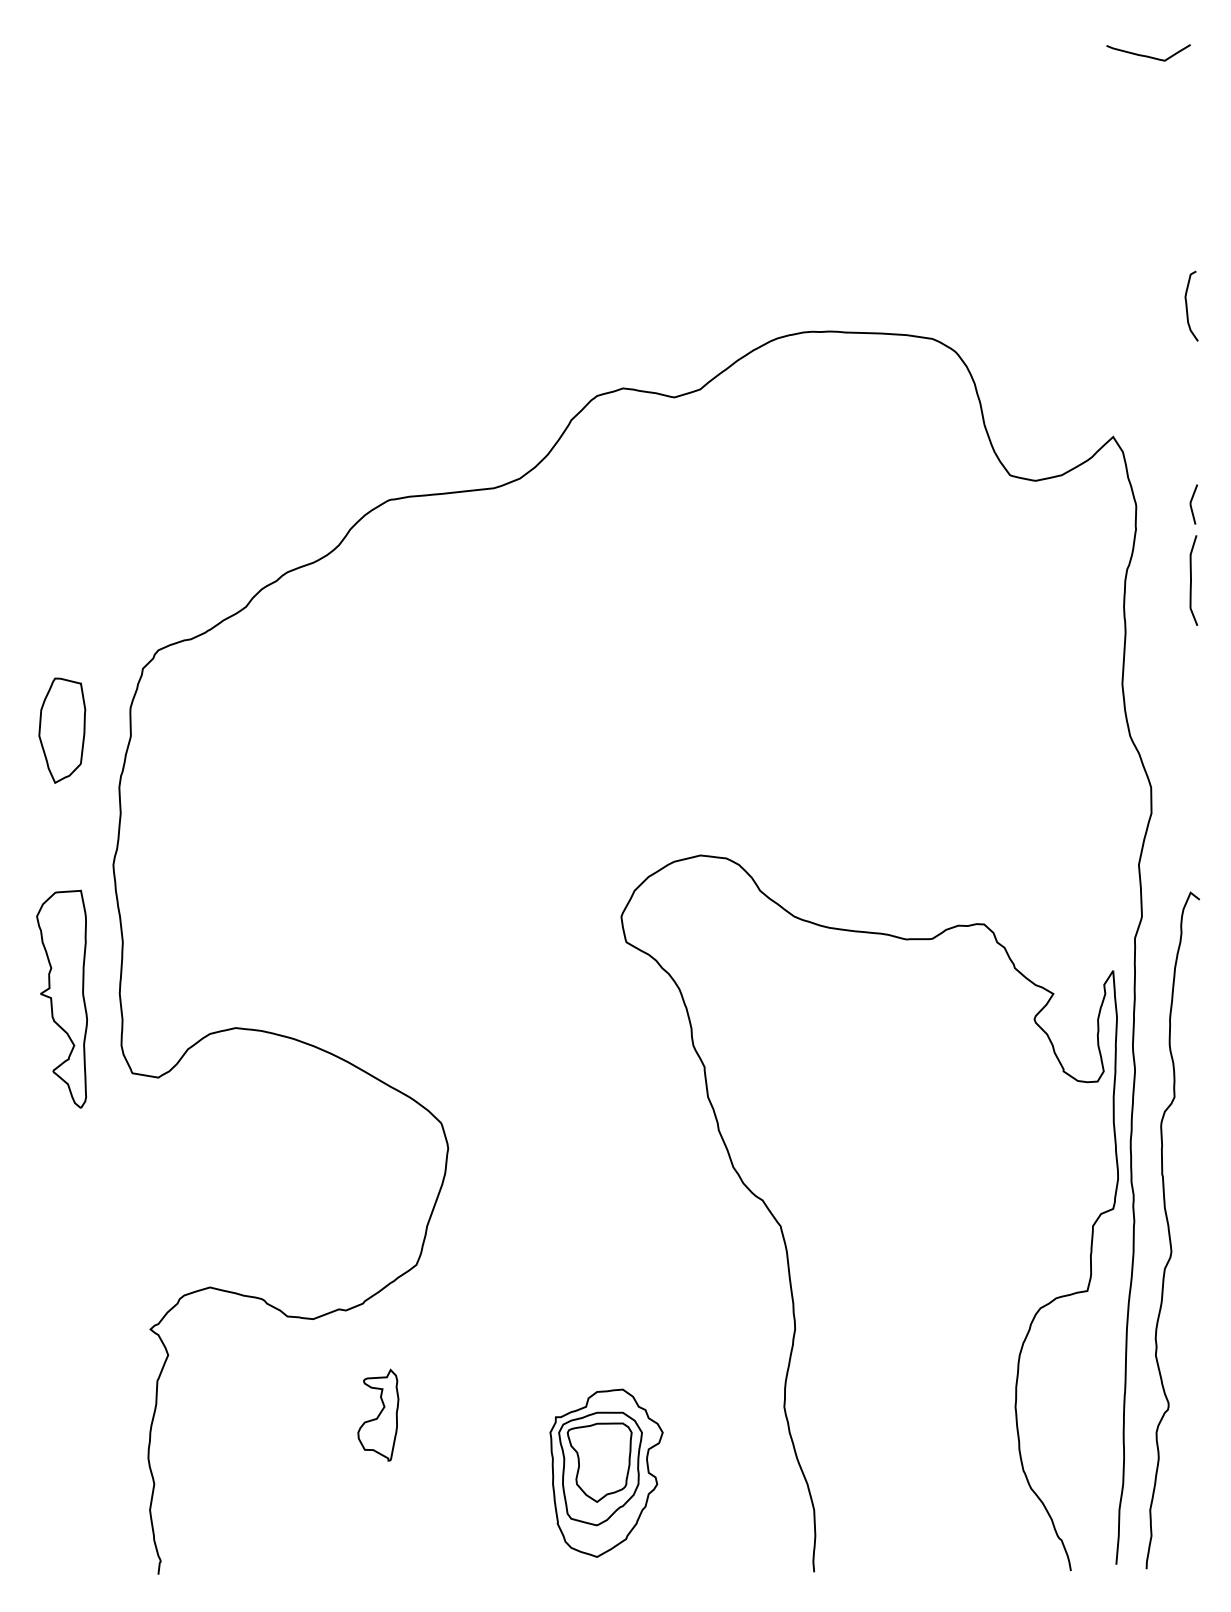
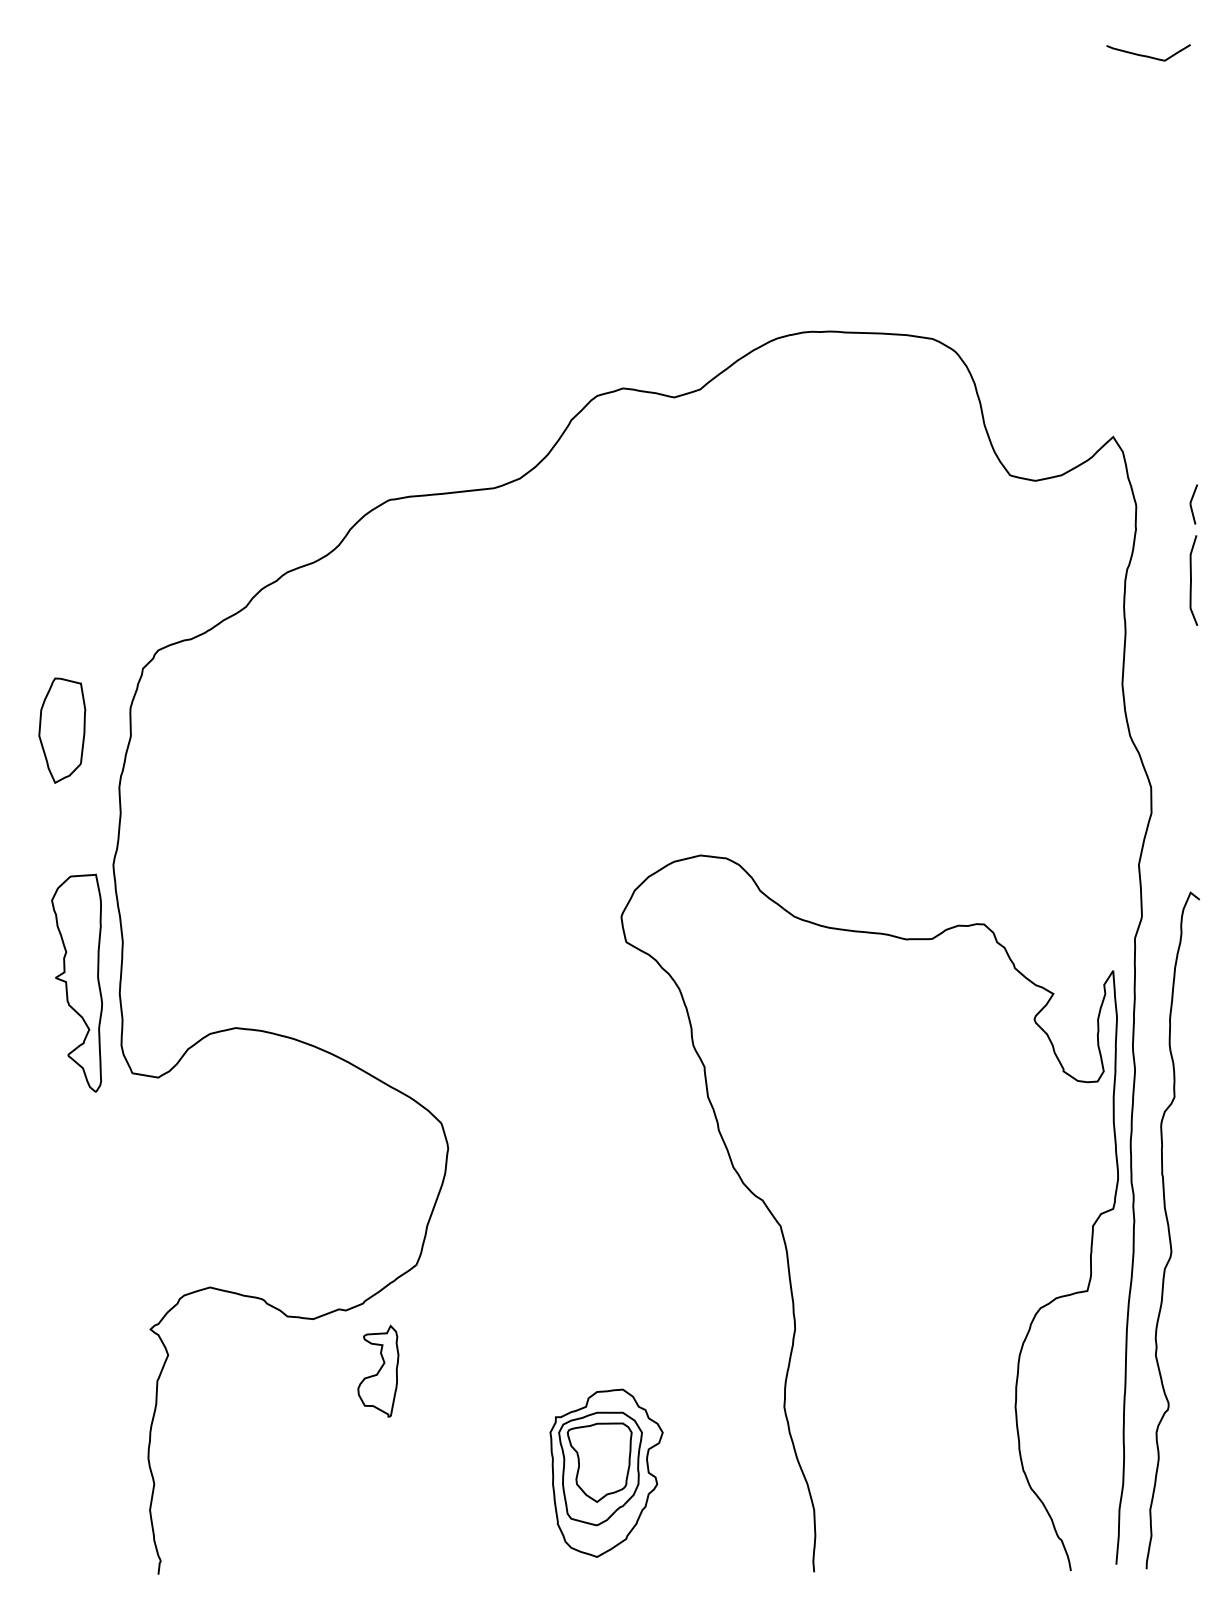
curve at (1187, 305): present -> none
part at (61, 998) position: (61, 998) -> (76, 982)
part at (378, 1414) position: (378, 1414) -> (378, 1370)
